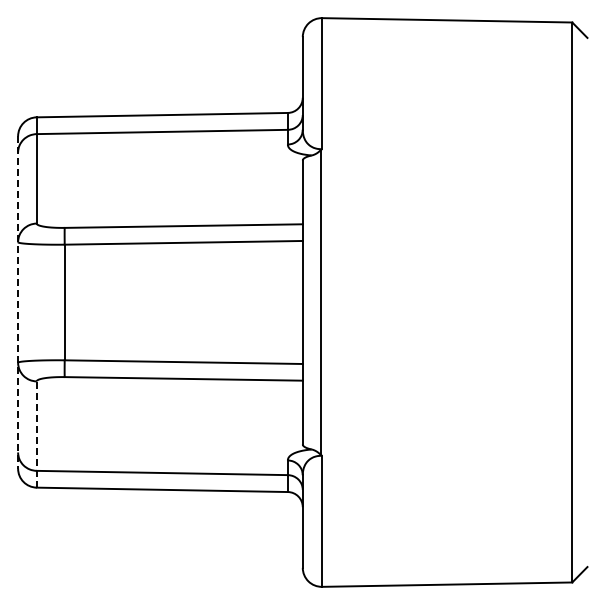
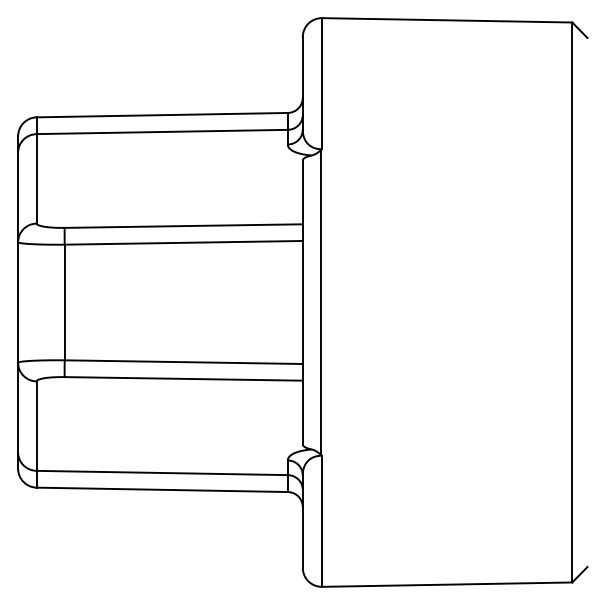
line at (18, 303): dashed -> solid
line at (36, 434): dashed -> solid
